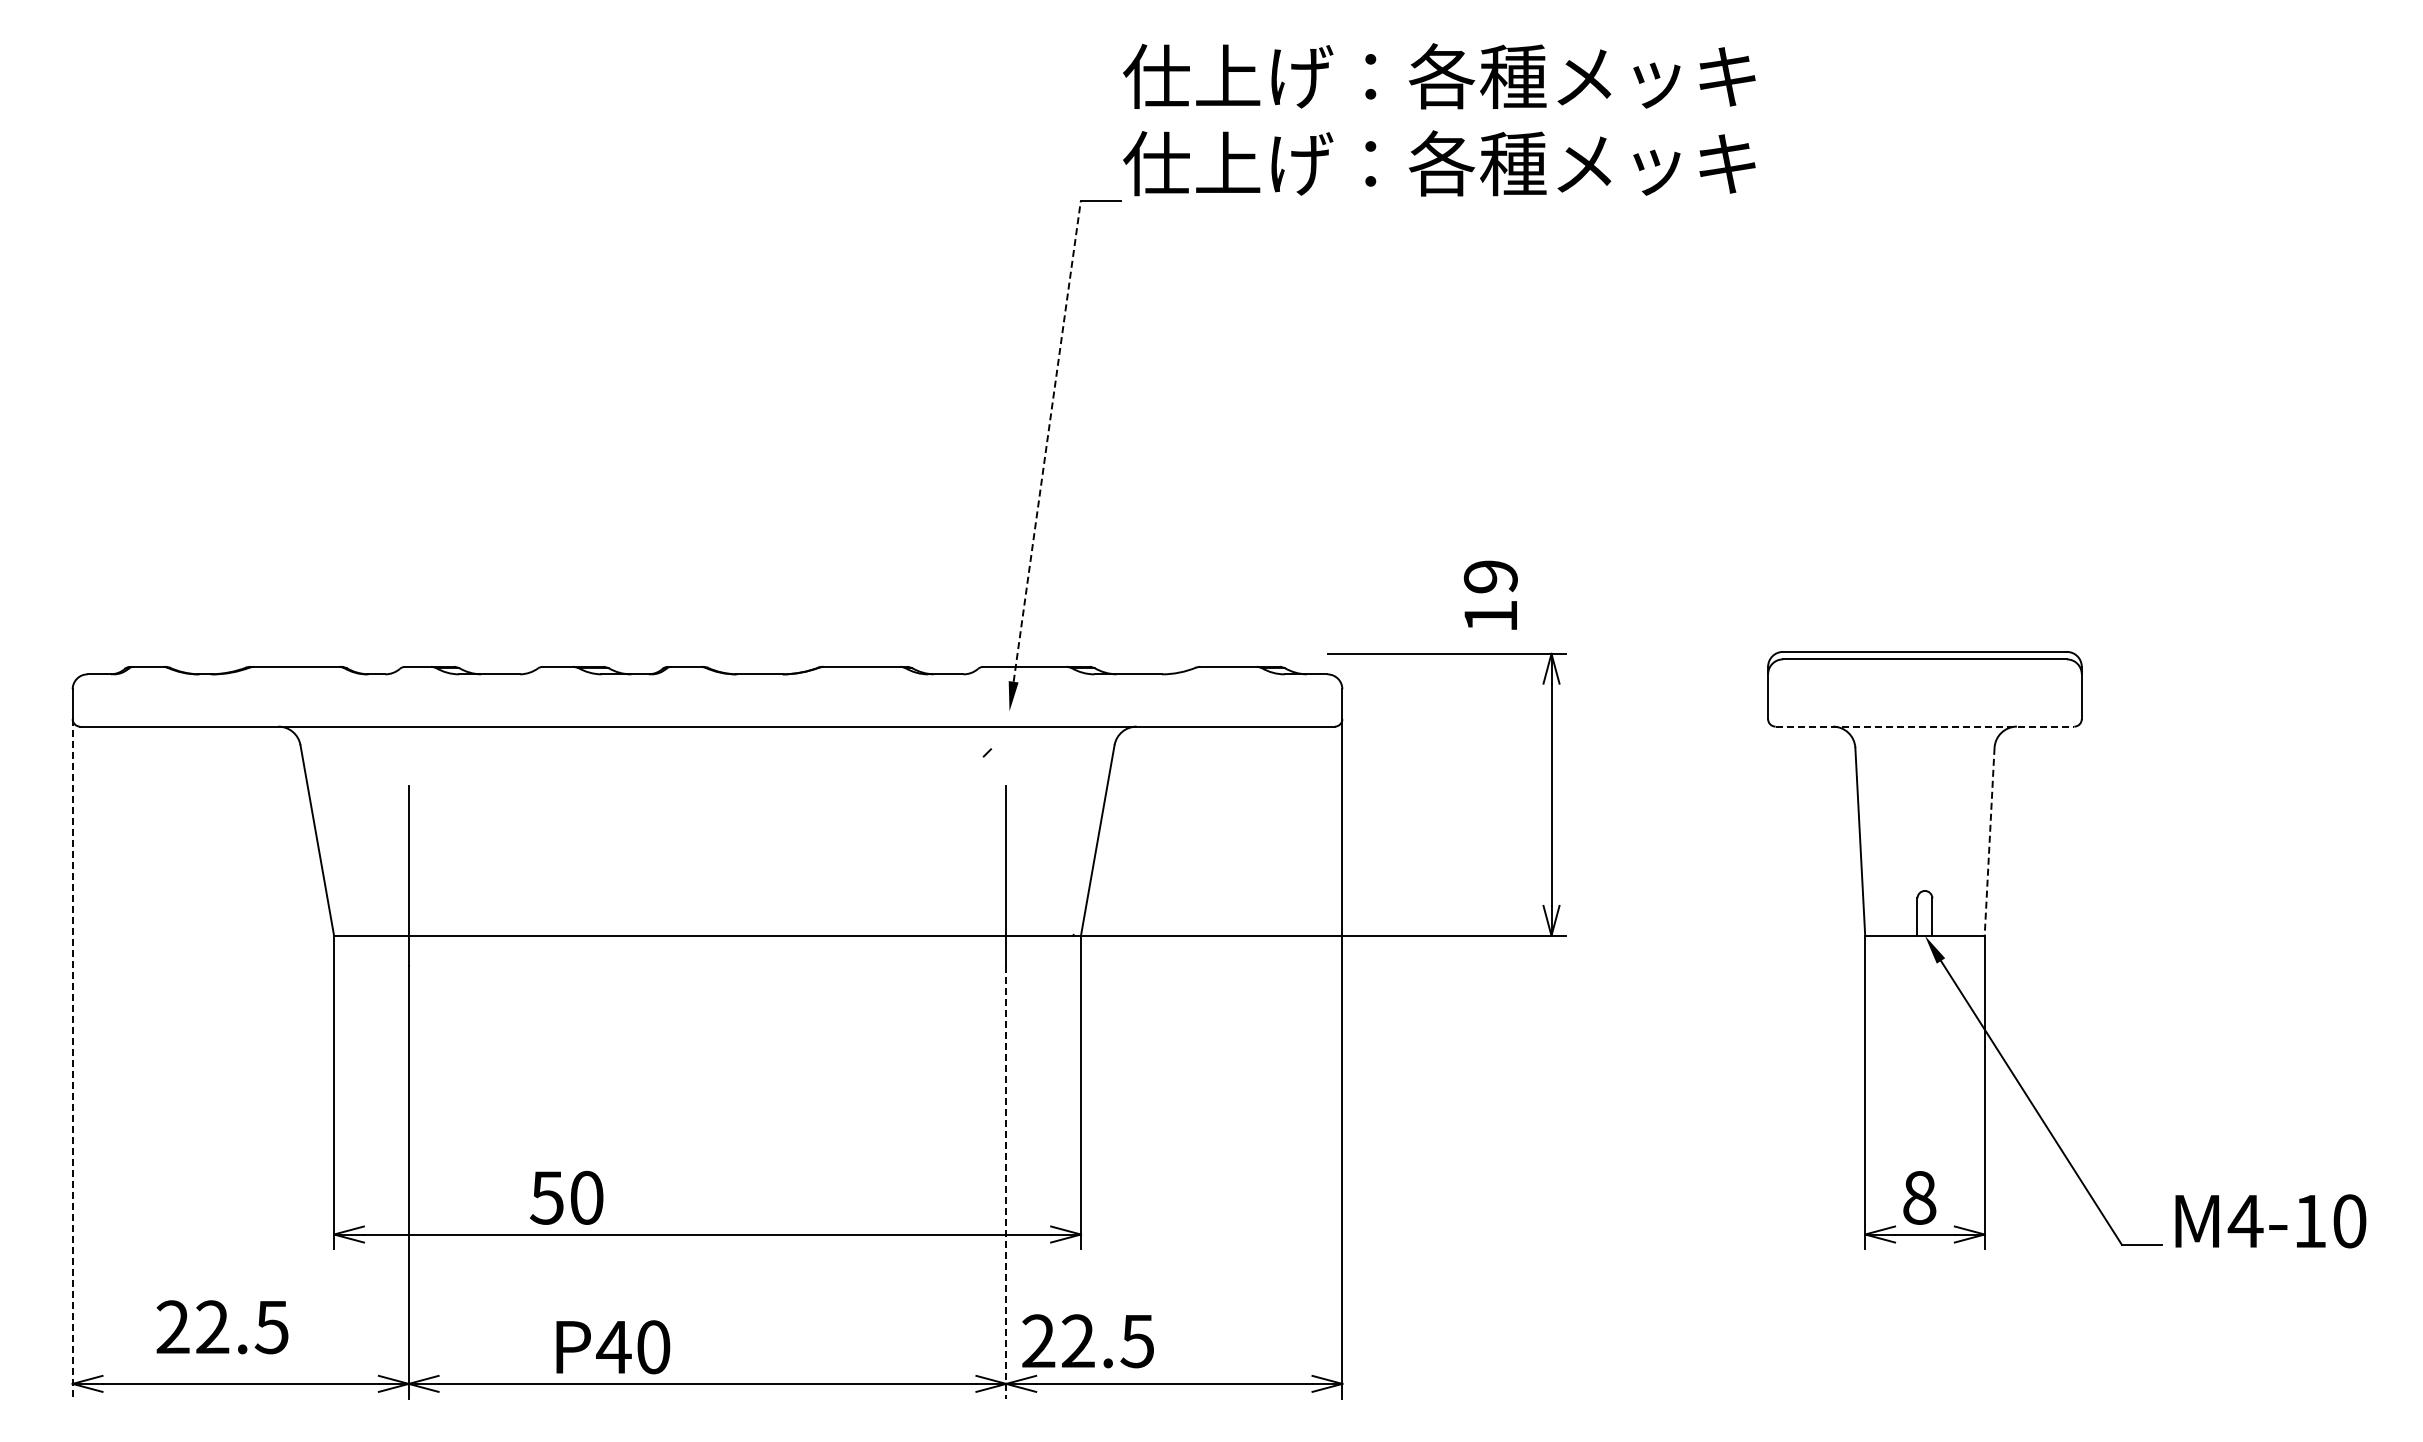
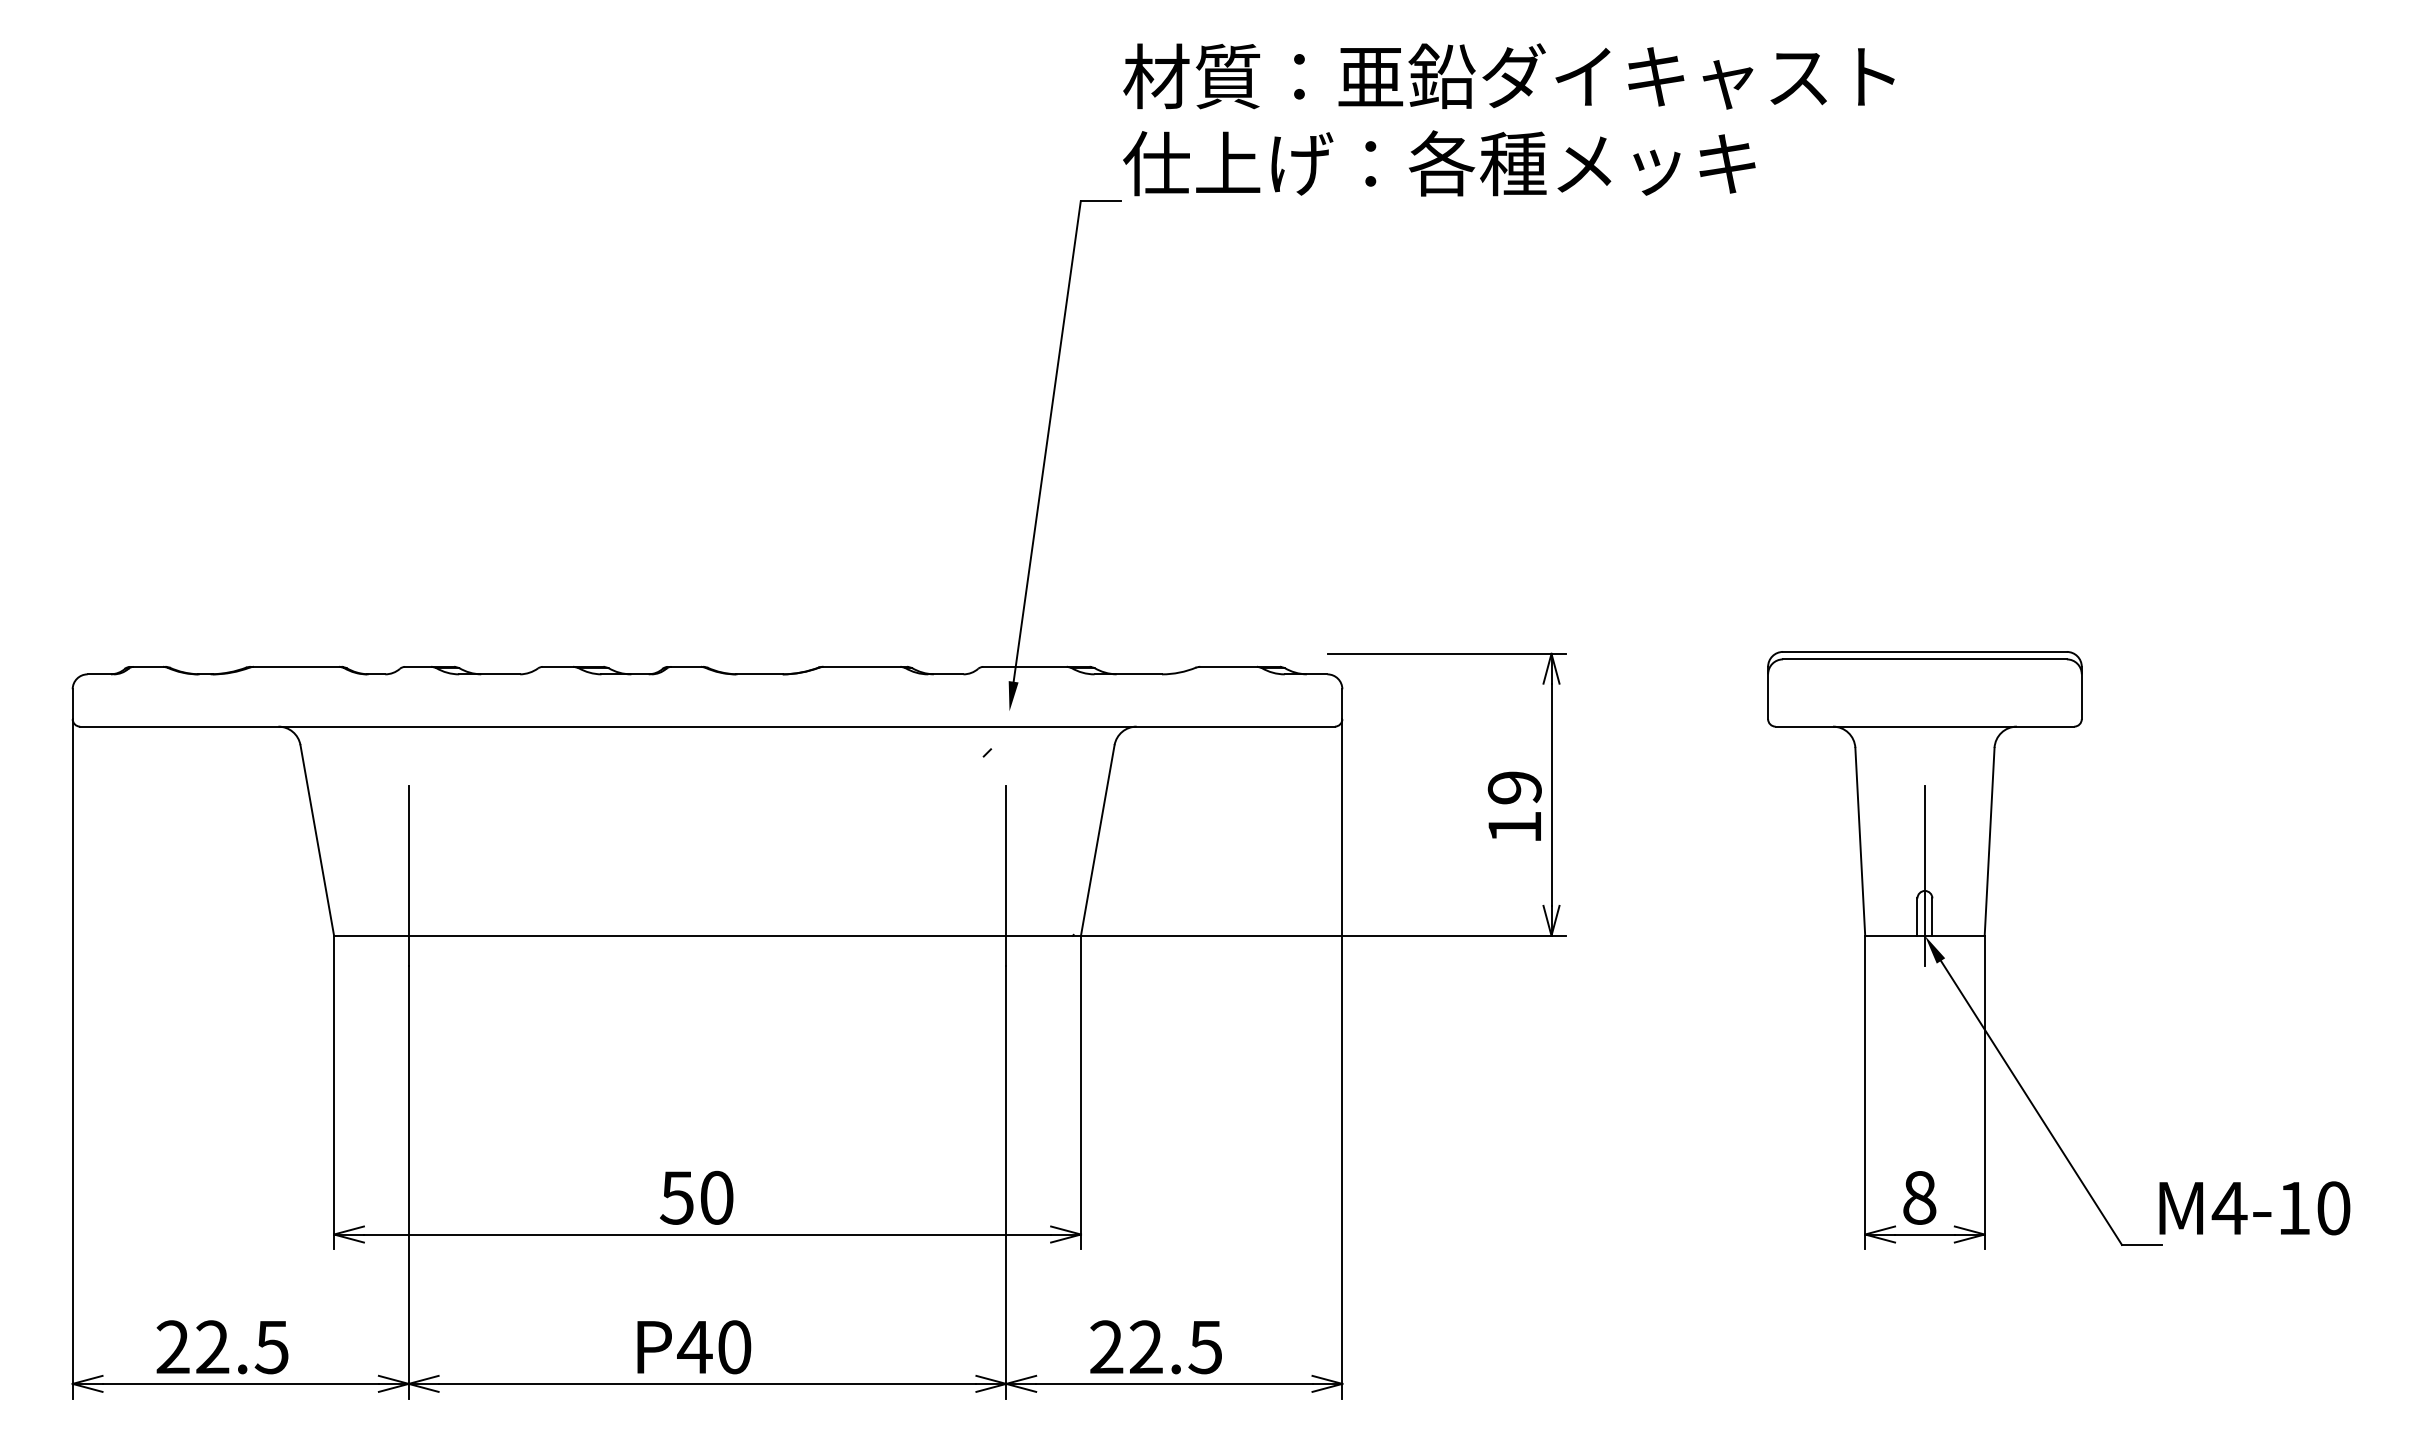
text at (1508, 76): 仕上げ：各種メッキ -> 材質：亜鉛ダイキャスト
line at (1047, 441): dashed -> solid
text at (1490, 594) position: (1490, 594) -> (1514, 805)
line at (1925, 726): dashed -> solid
line at (1989, 842): dashed -> solid
line at (1924, 875): none -> present
line at (72, 1059): dashed -> solid
line at (1006, 1182): dashed -> solid
text at (566, 1197) position: (566, 1197) -> (696, 1197)
text at (2270, 1221) position: (2270, 1221) -> (2254, 1208)
text at (222, 1327) position: (222, 1327) -> (222, 1347)
text at (1087, 1341) position: (1087, 1341) -> (1155, 1347)
text at (613, 1347) position: (613, 1347) -> (694, 1347)
